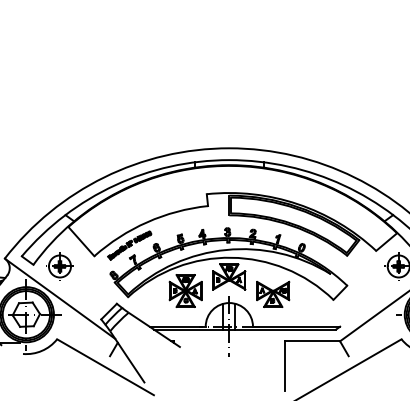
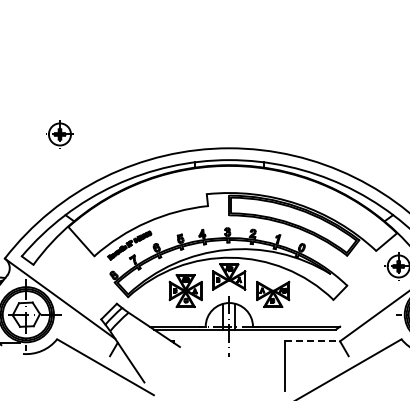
part at (59, 266) position: (59, 266) -> (59, 134)
line at (312, 341): solid -> dashed
